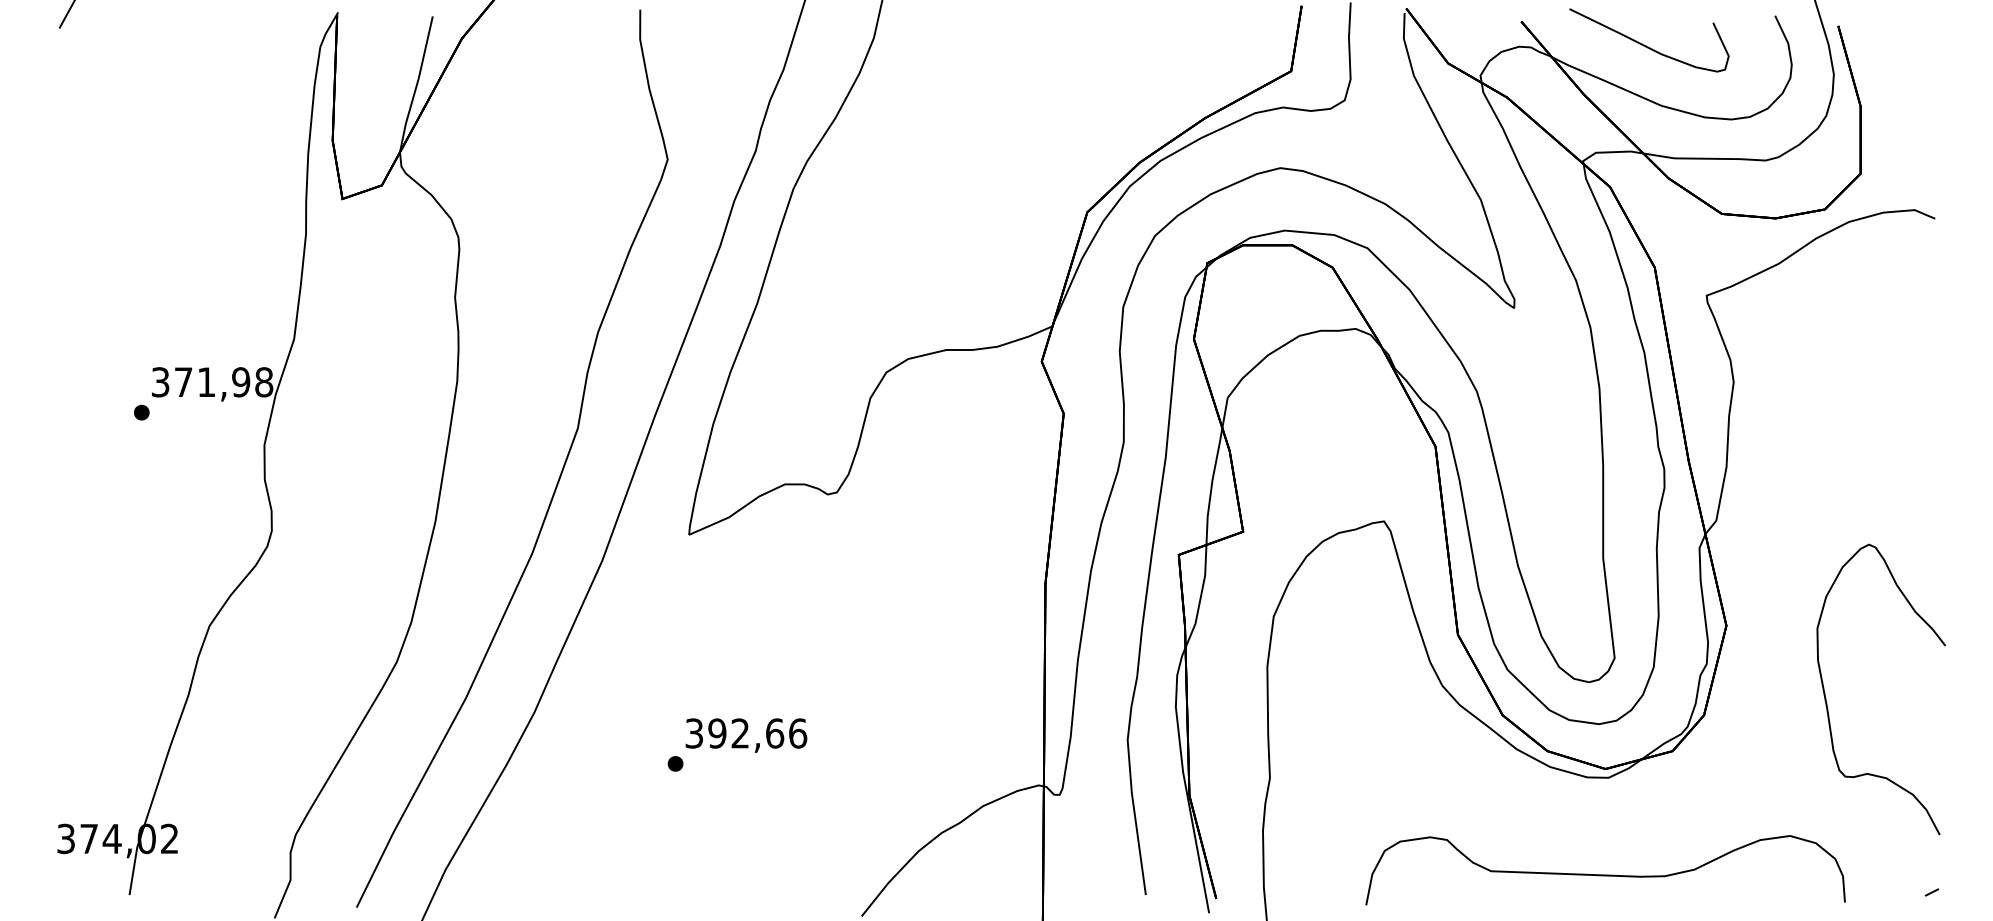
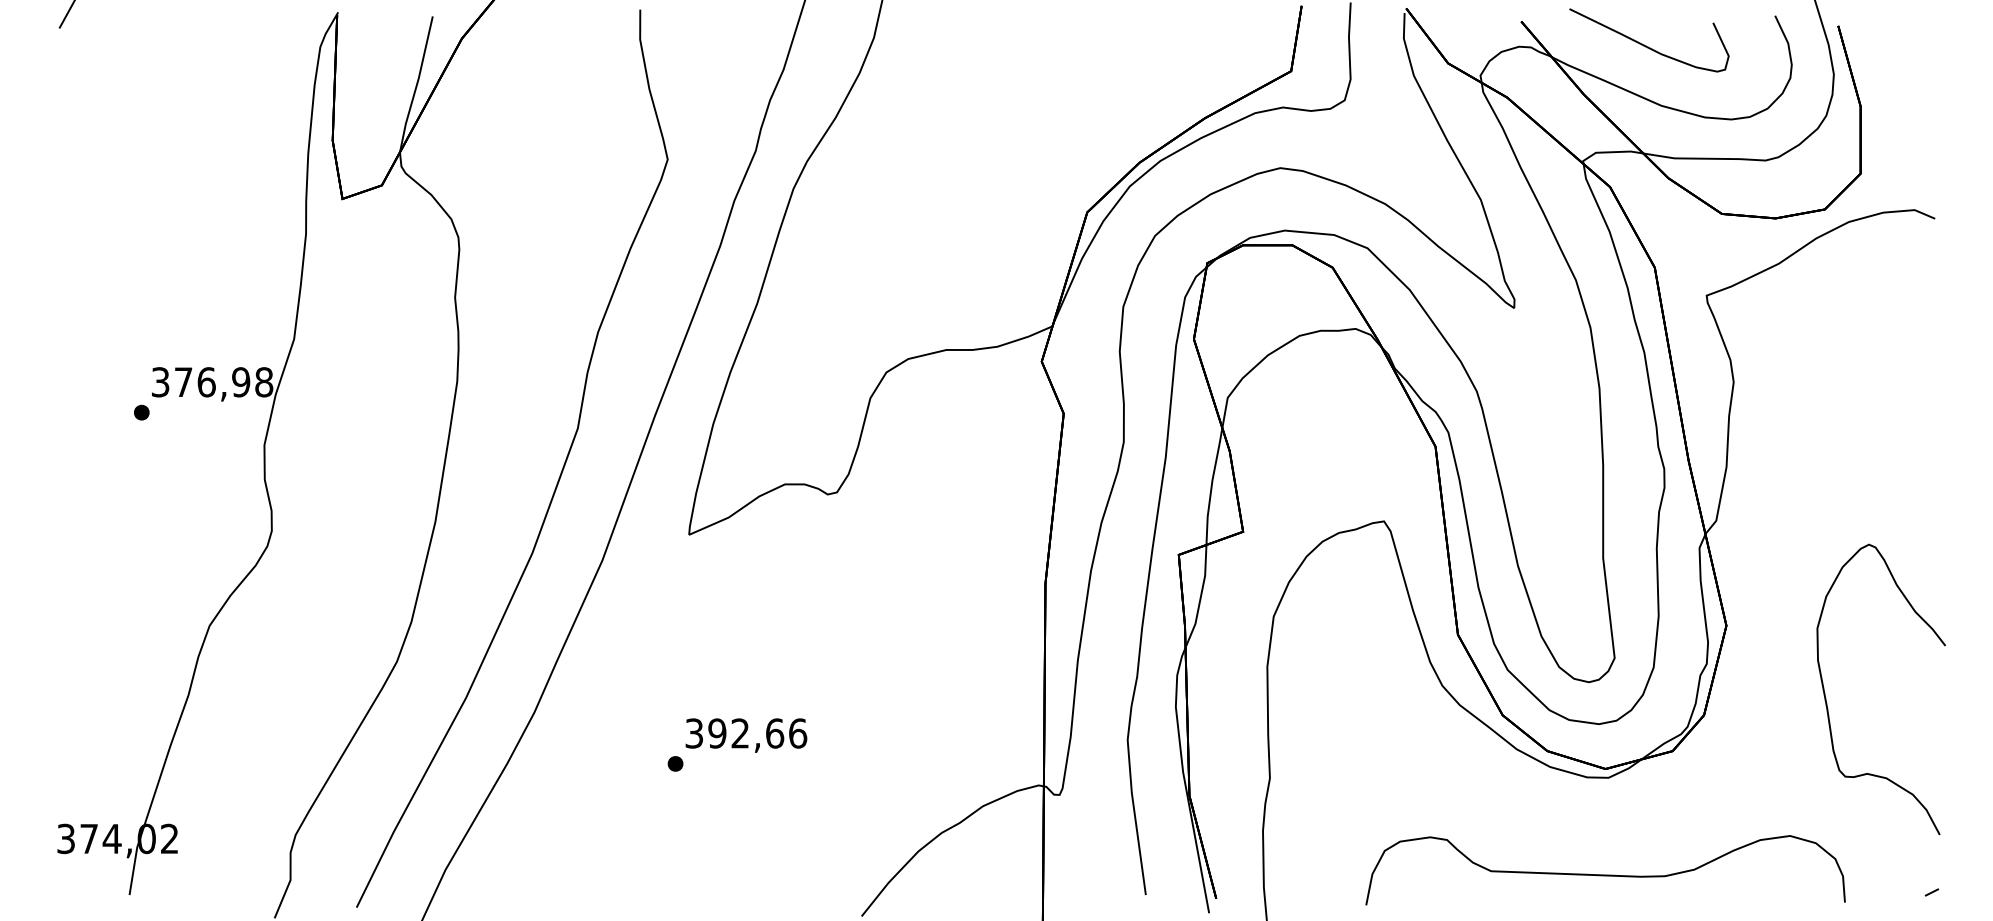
text at (206, 382): 371,98 -> 376,98
